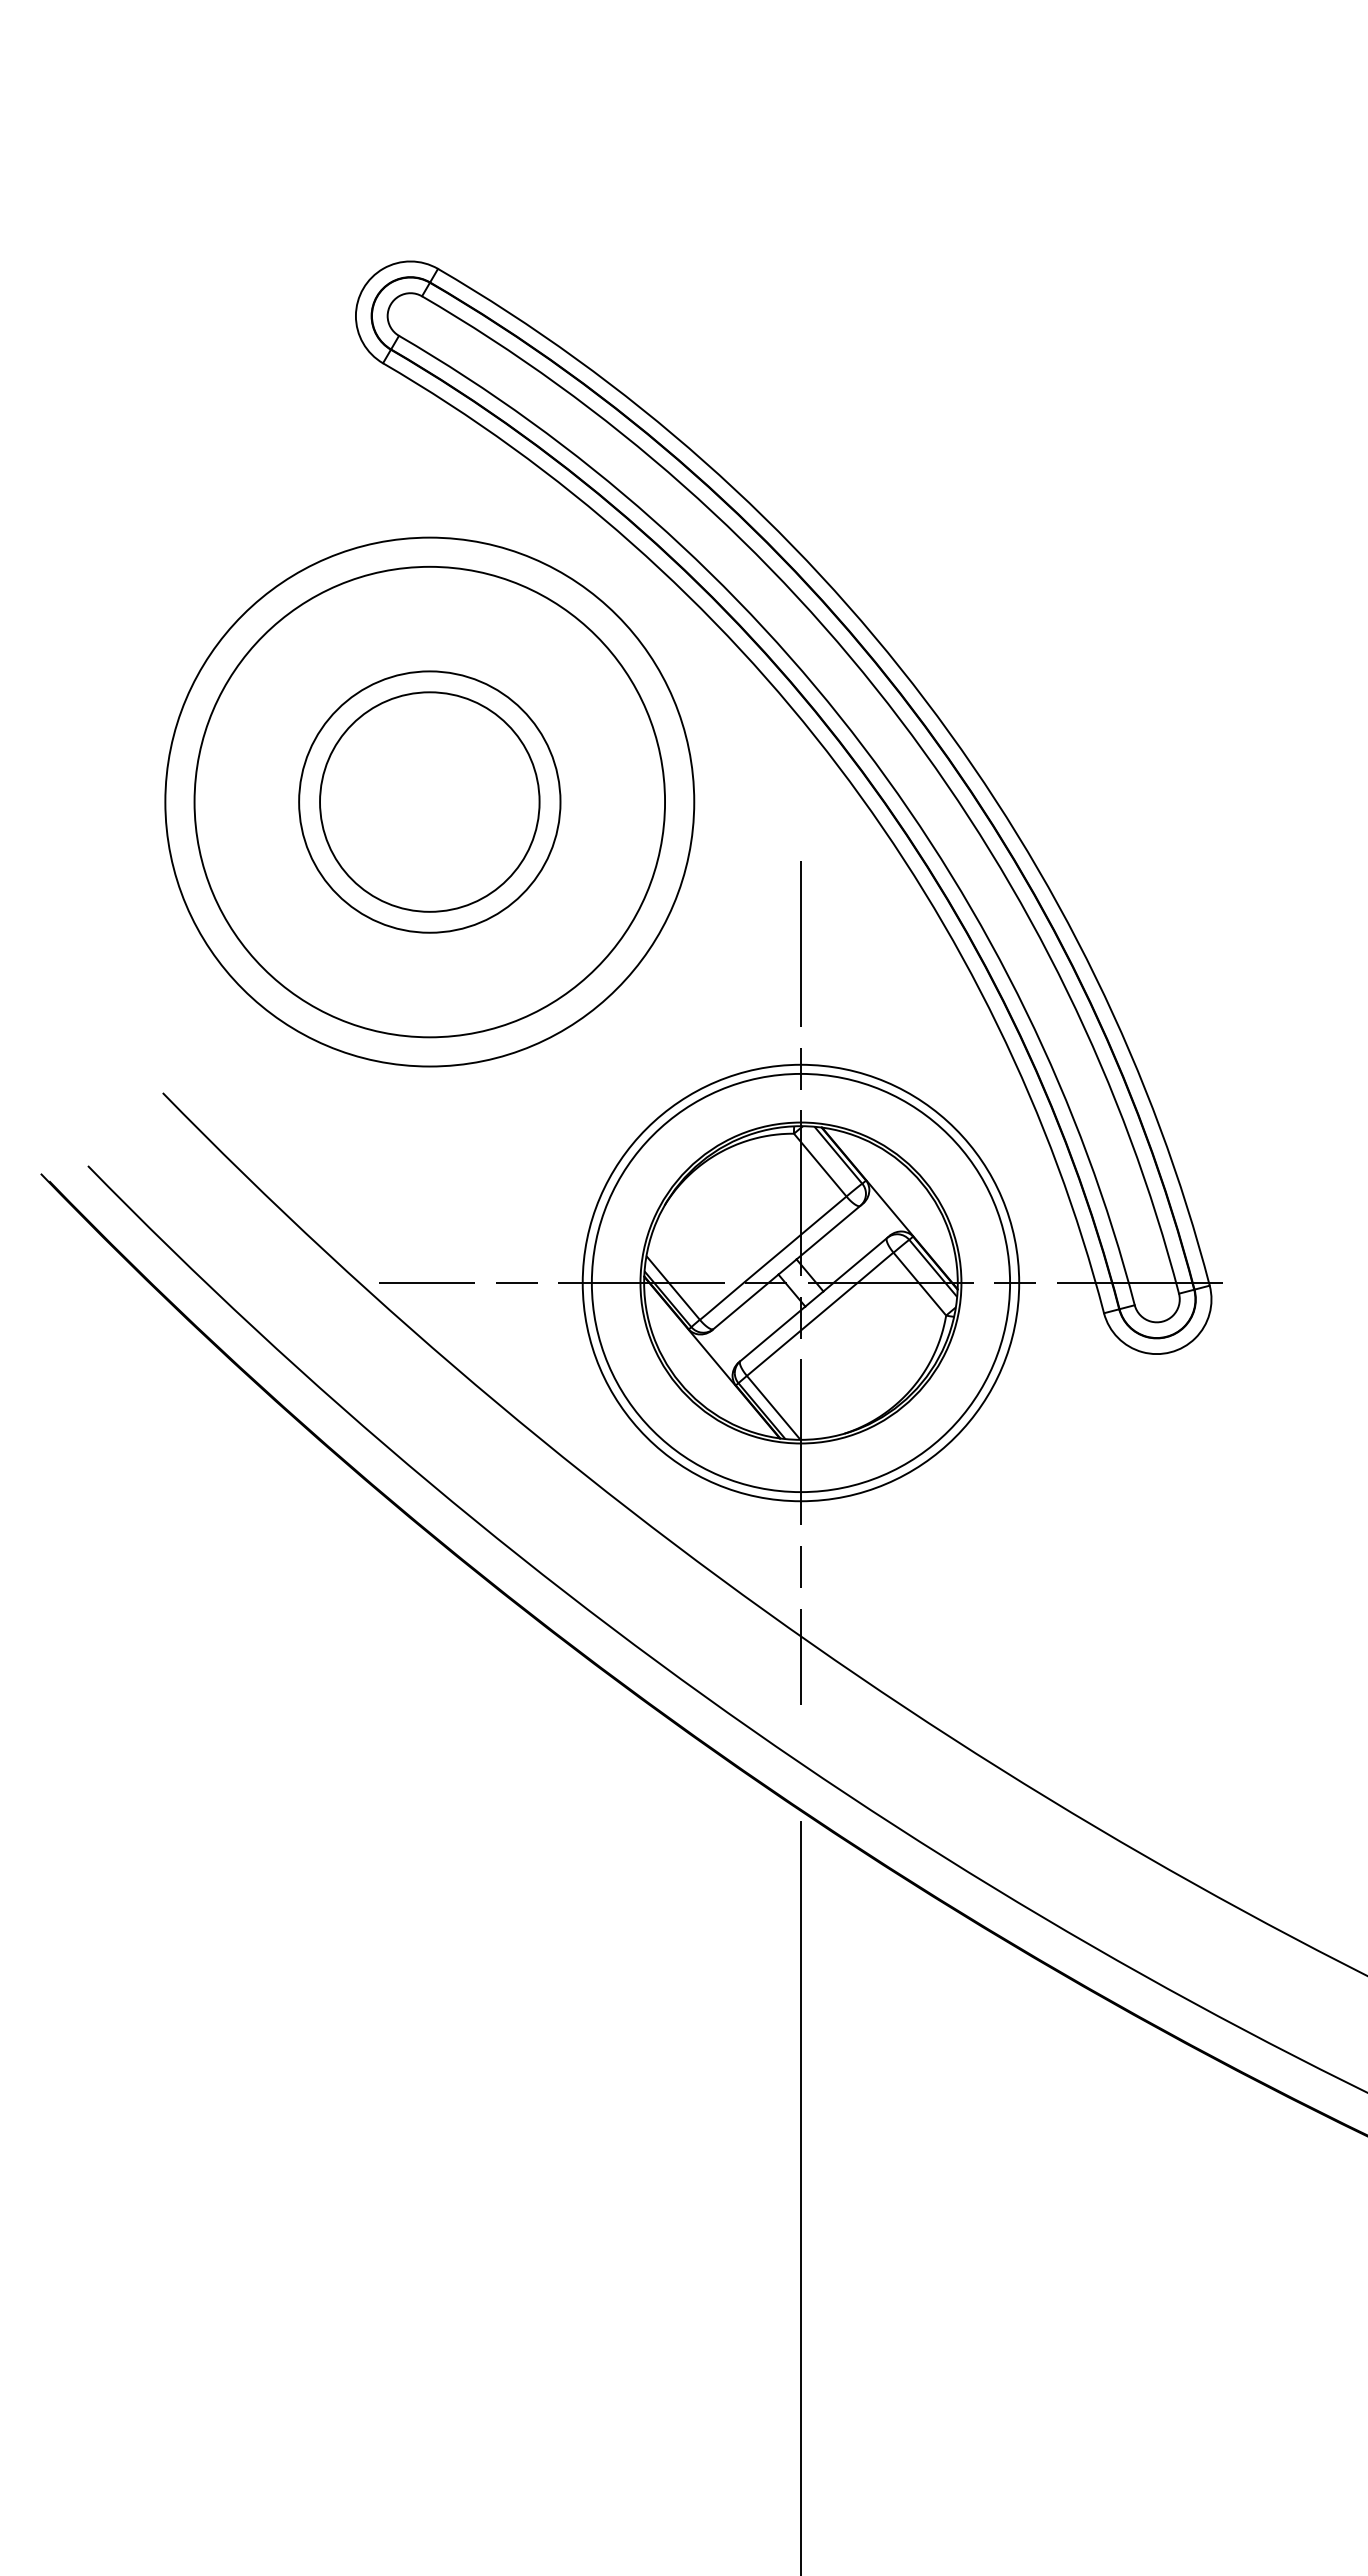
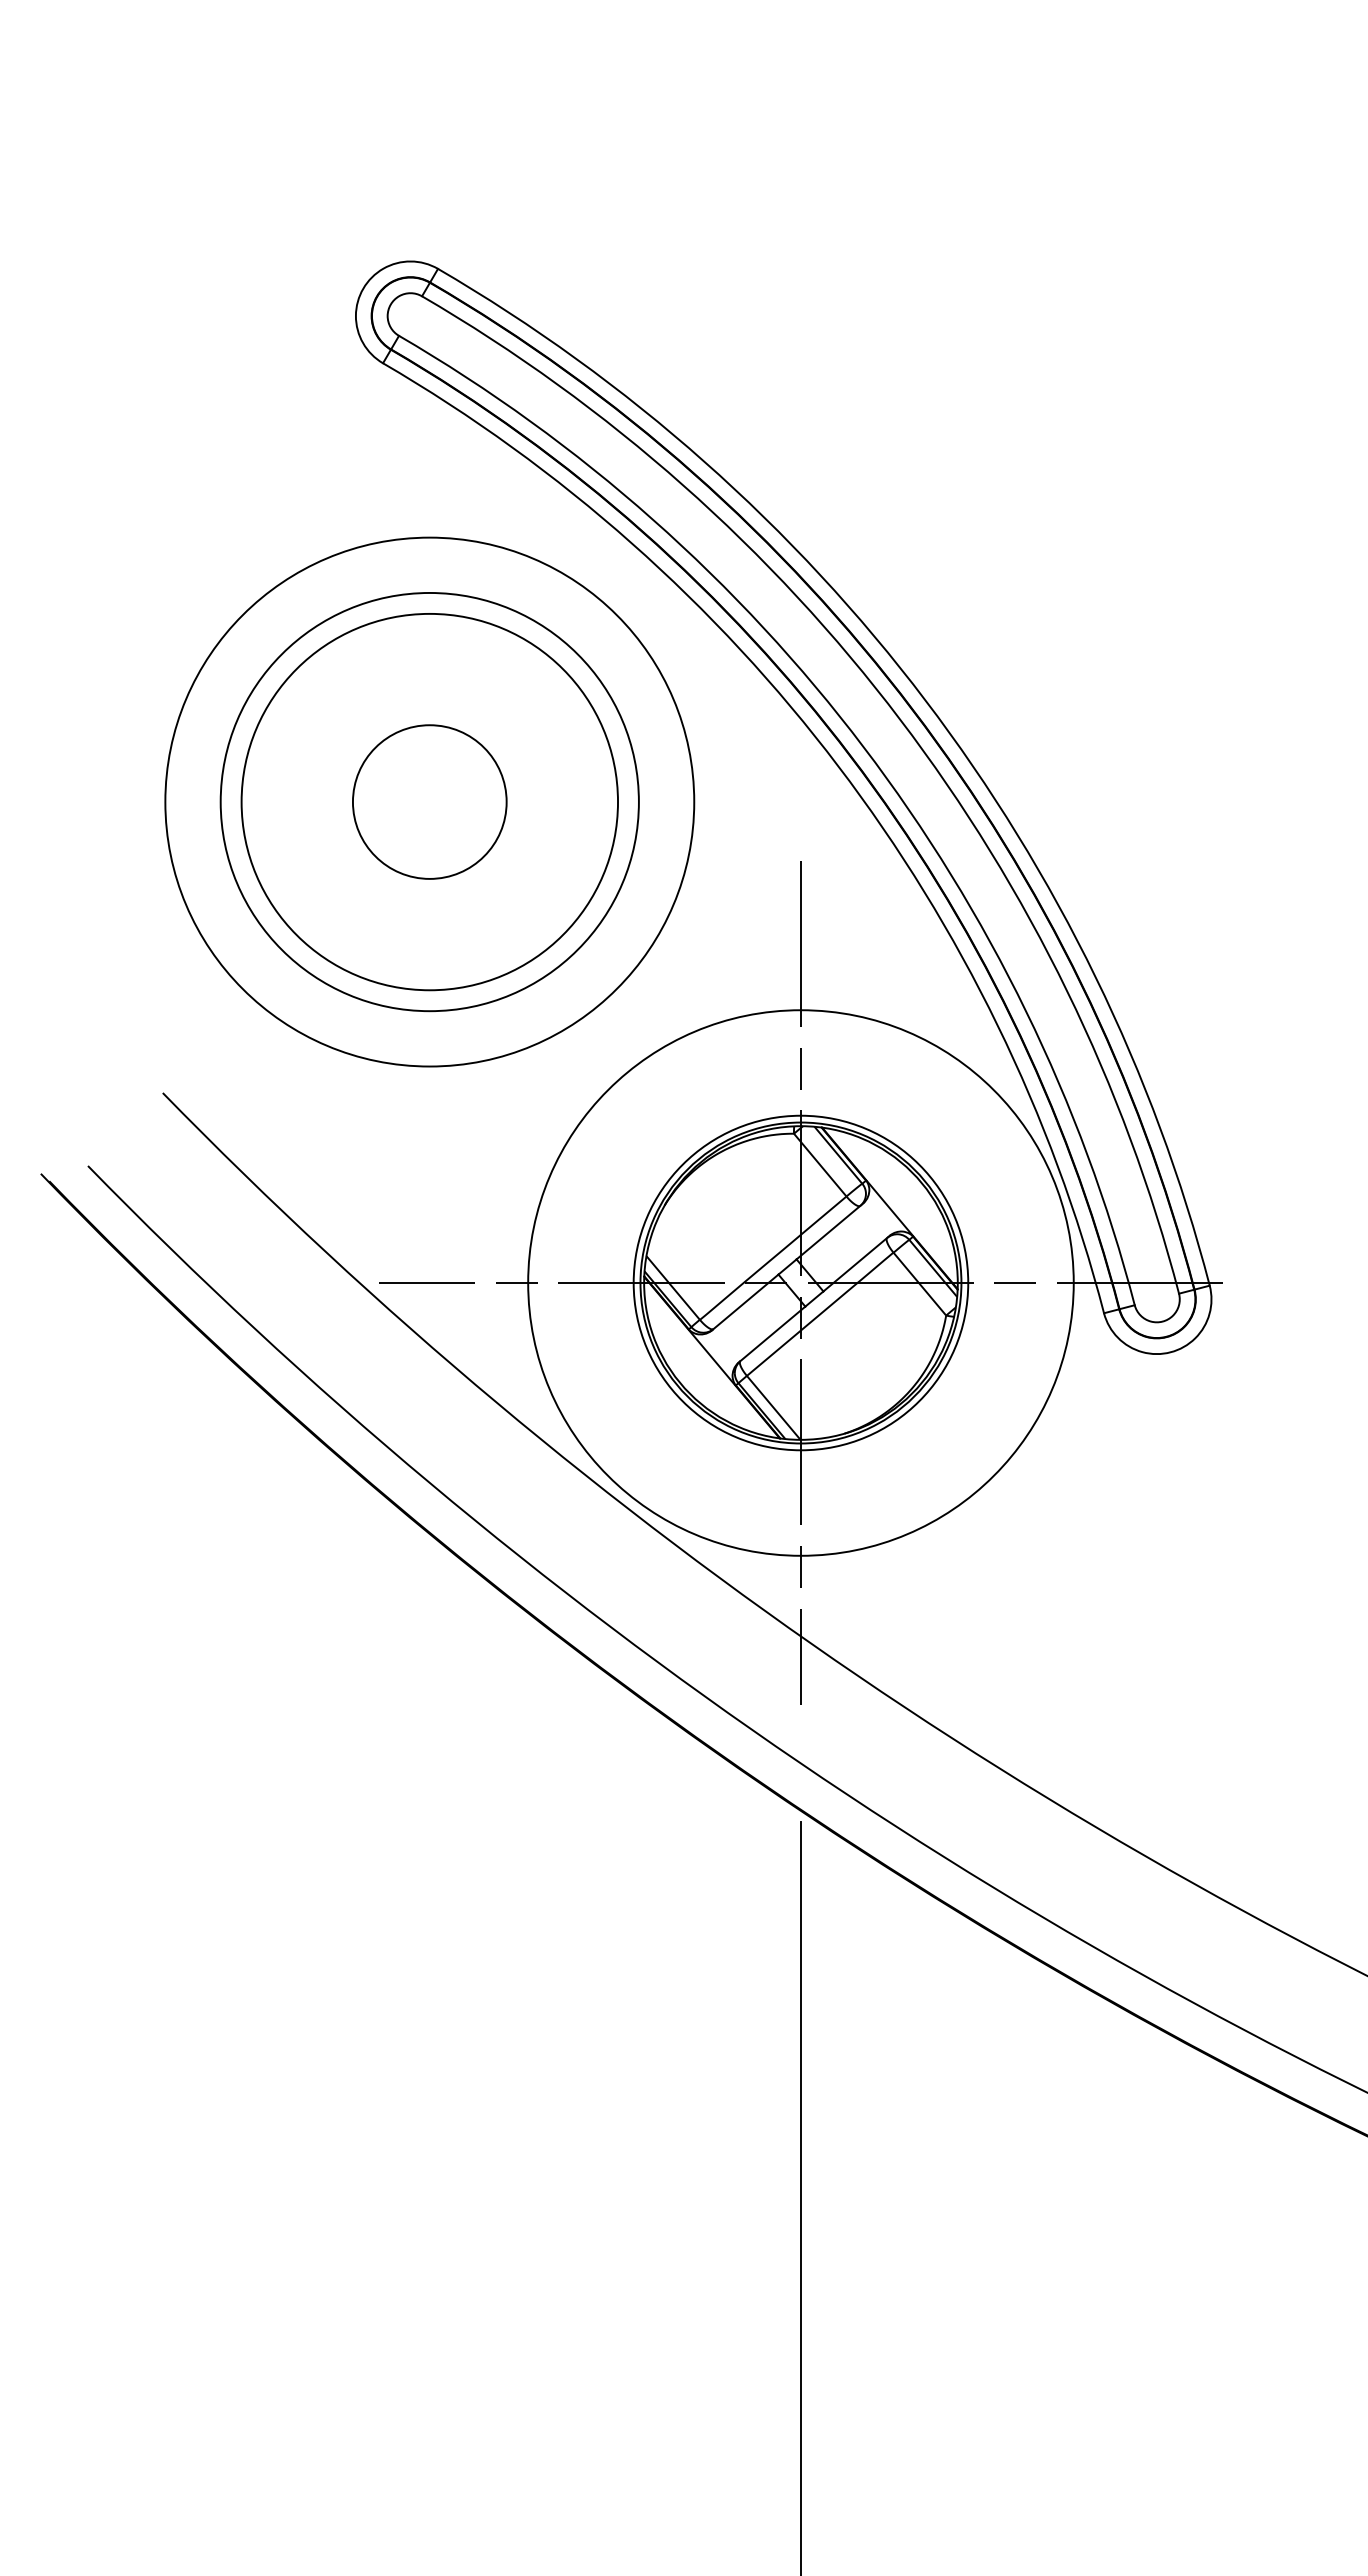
circle at (429, 801) diameter: 220 px -> 154 px
circle at (429, 801) diameter: 261 px -> 418 px
circle at (429, 801) diameter: 470 px -> 376 px
circle at (800, 1282) diameter: 418 px -> 335 px
circle at (800, 1282) diameter: 436 px -> 546 px
